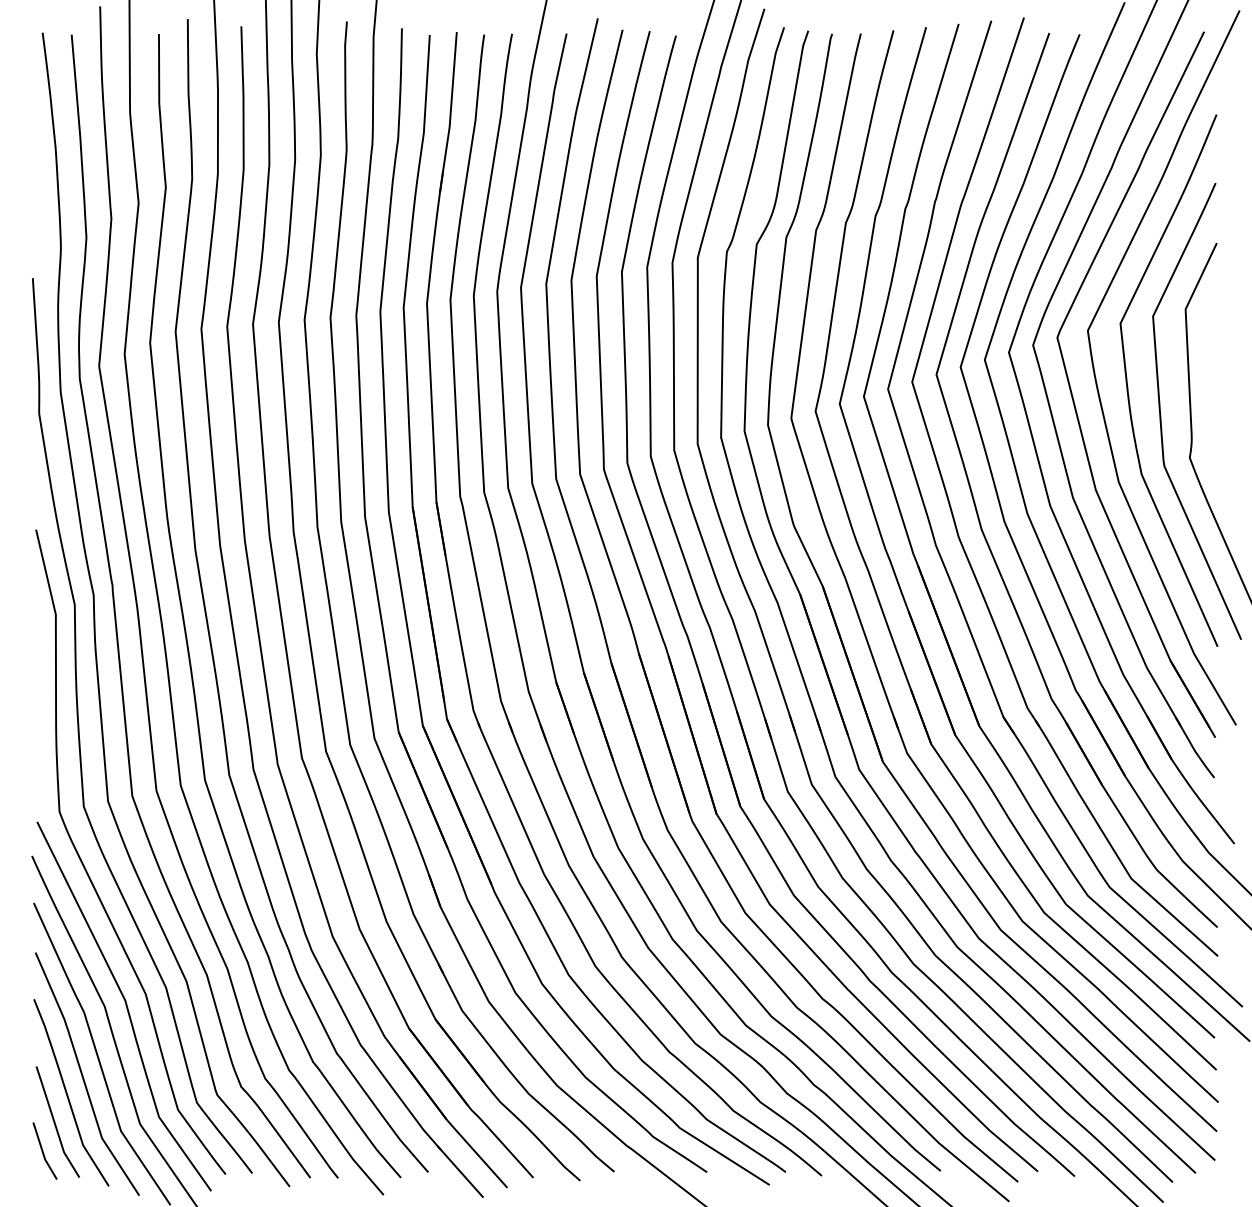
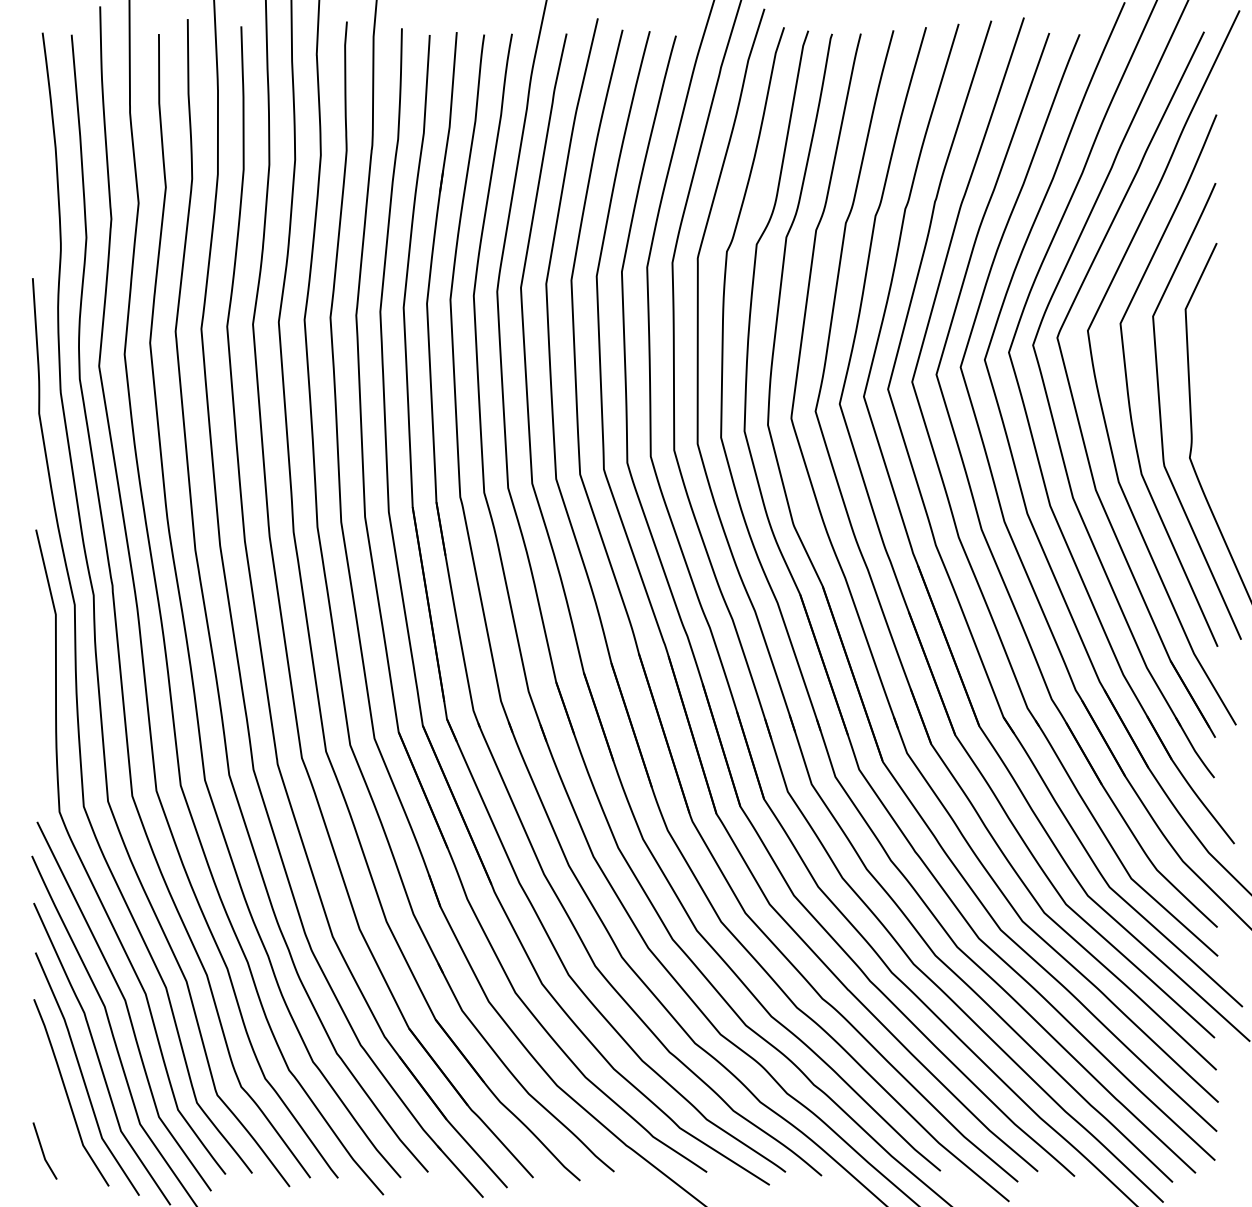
curve at (55, 1121): present -> none
